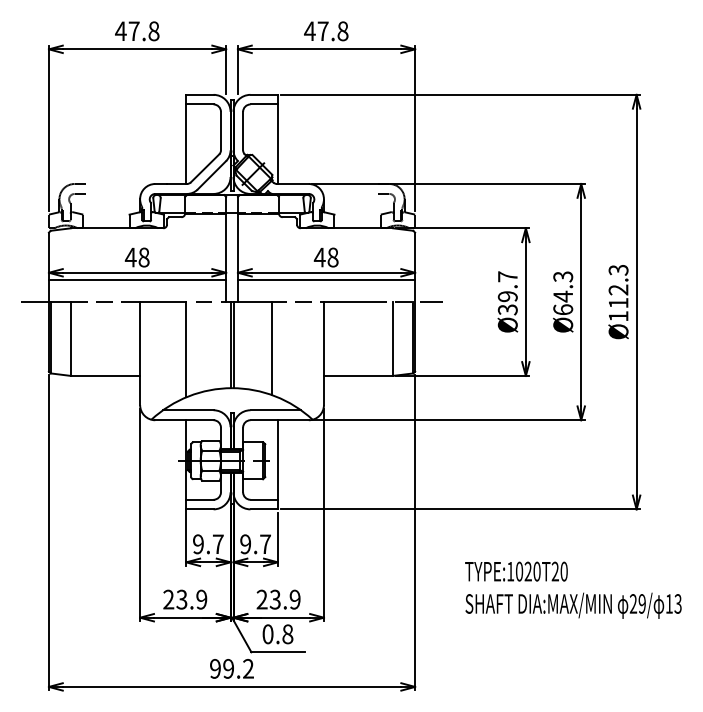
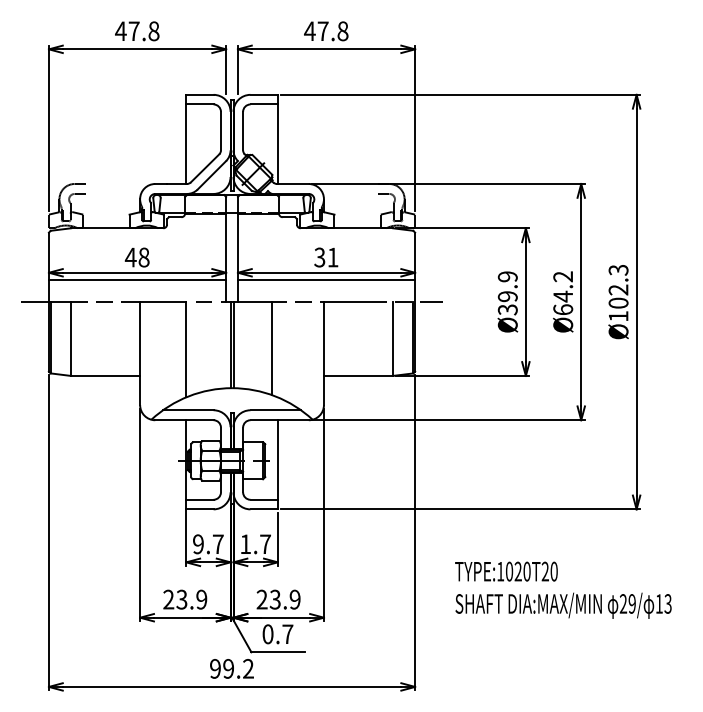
text at (325, 257): 48 -> 31
text at (507, 276): Ø39.7 -> Ø39.9
text at (563, 276): Ø64.3 -> Ø64.2
text at (618, 302): Ø112.3 -> Ø102.3
text at (245, 544): 9.7 -> 1.7
text at (573, 589) position: (573, 589) -> (563, 589)
text at (287, 634): 0.8 -> 0.7
